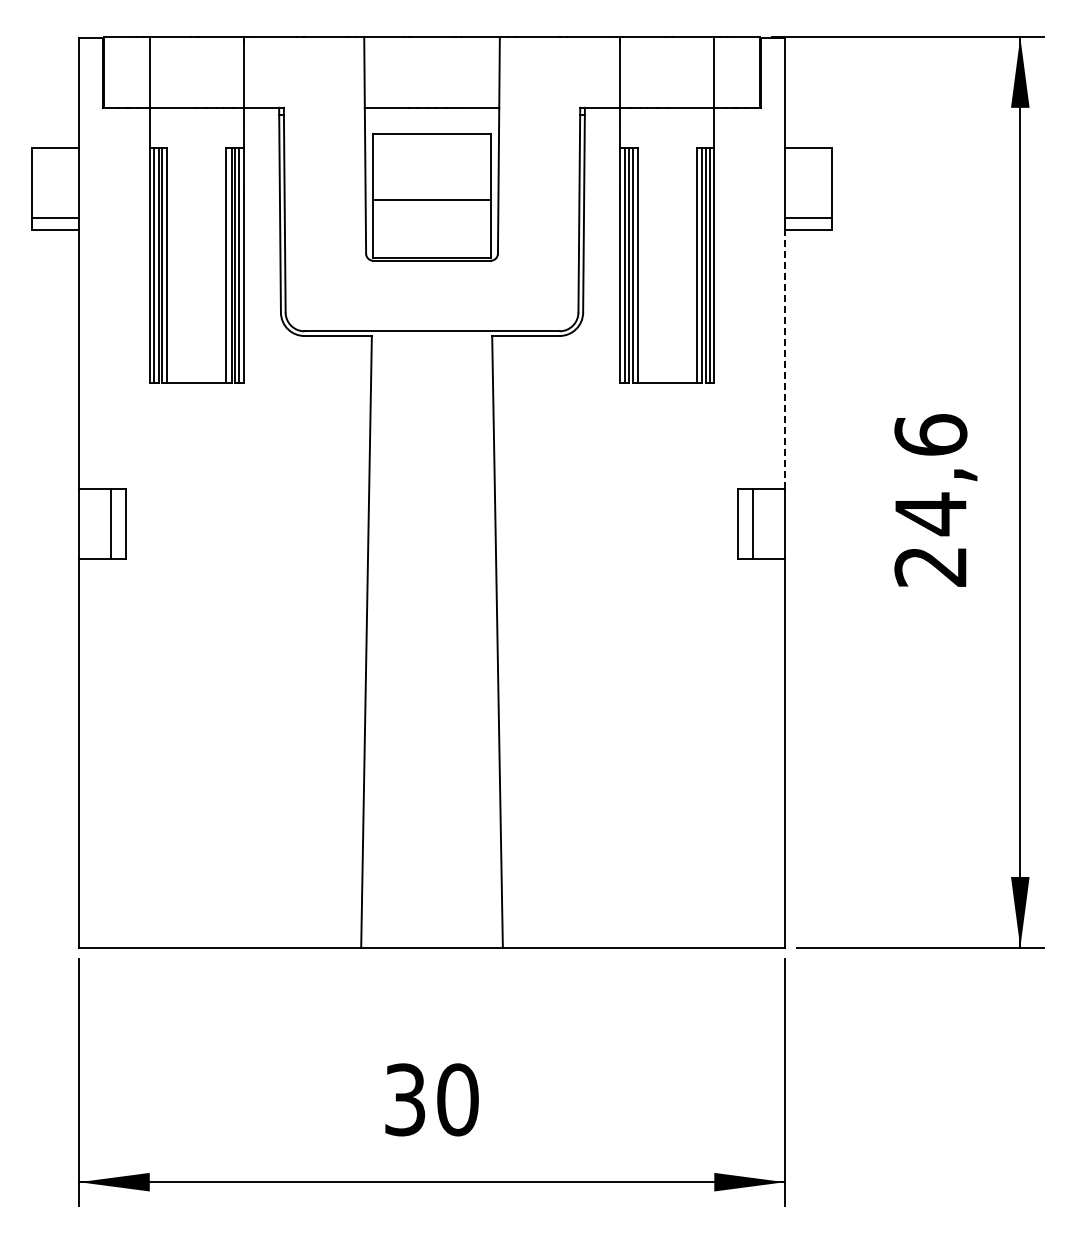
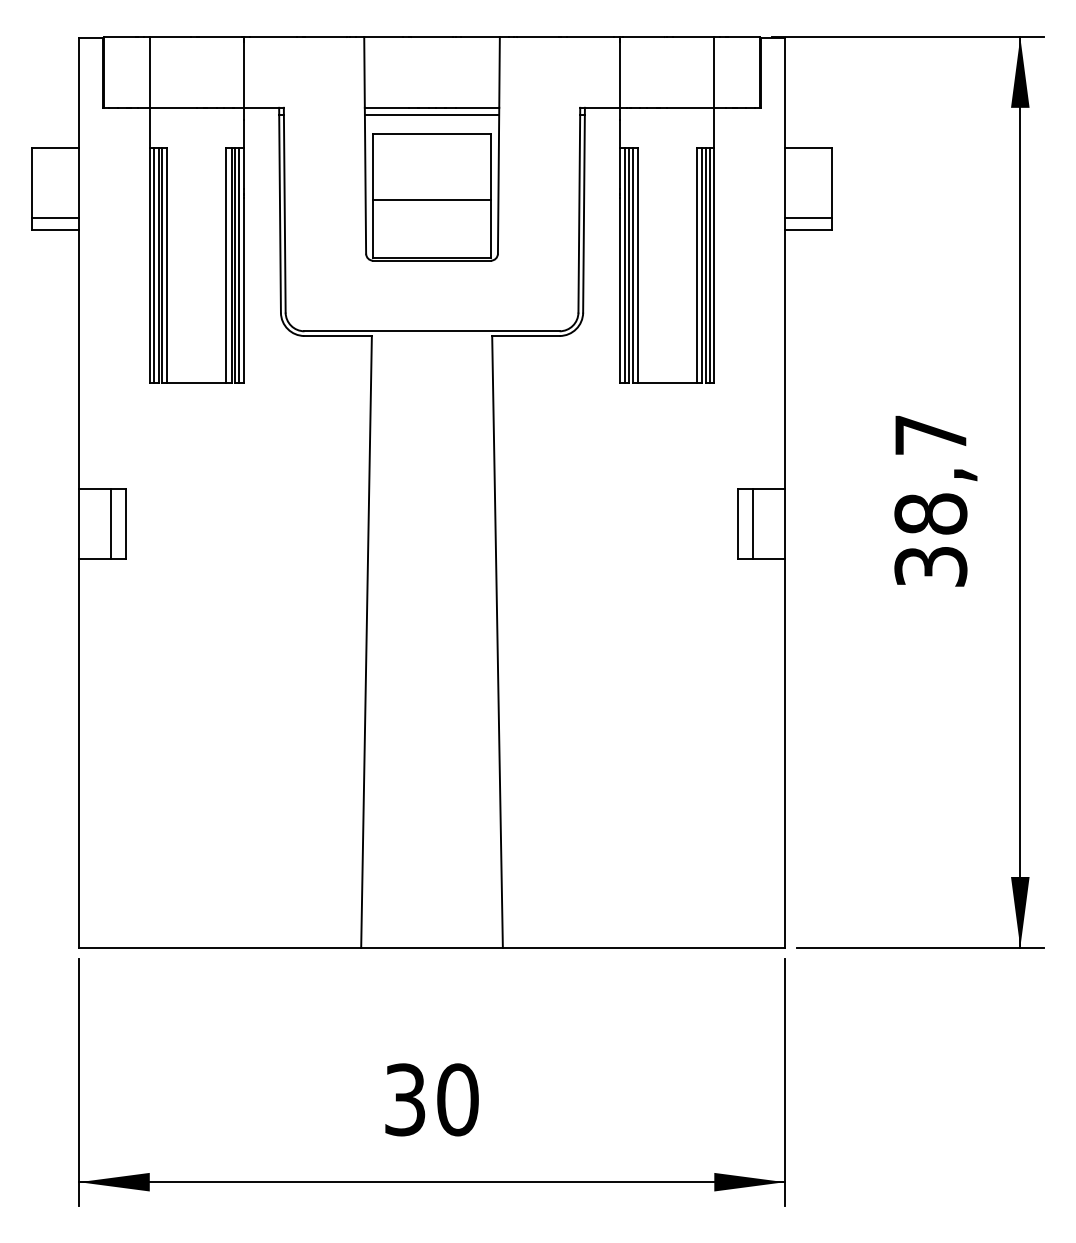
line at (431, 114): none -> present
line at (784, 359): dashed -> solid
text at (930, 500): 24,6 -> 38,7
